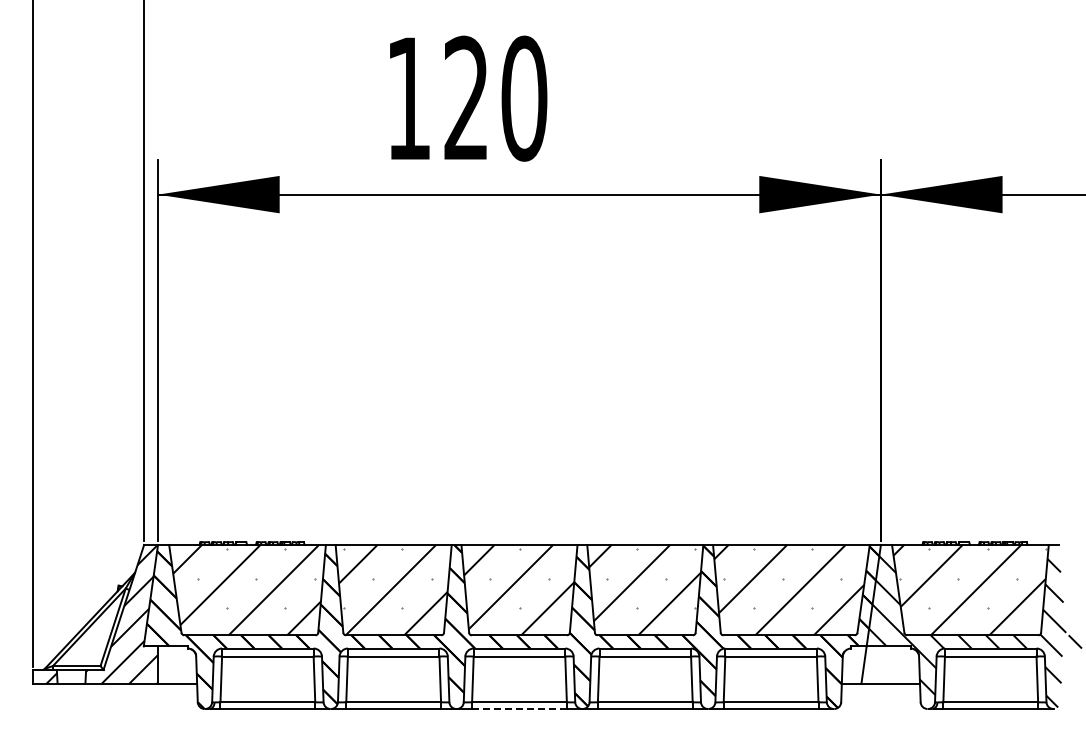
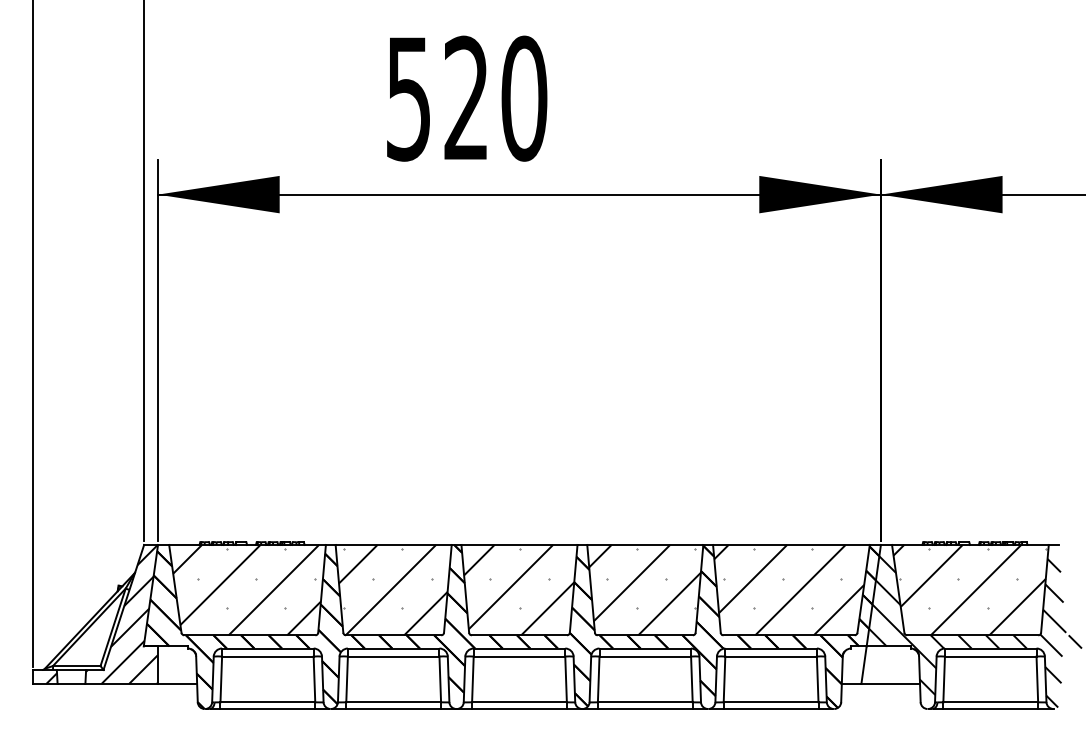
text at (408, 99): 120 -> 520
line at (518, 709): dashed -> solid
